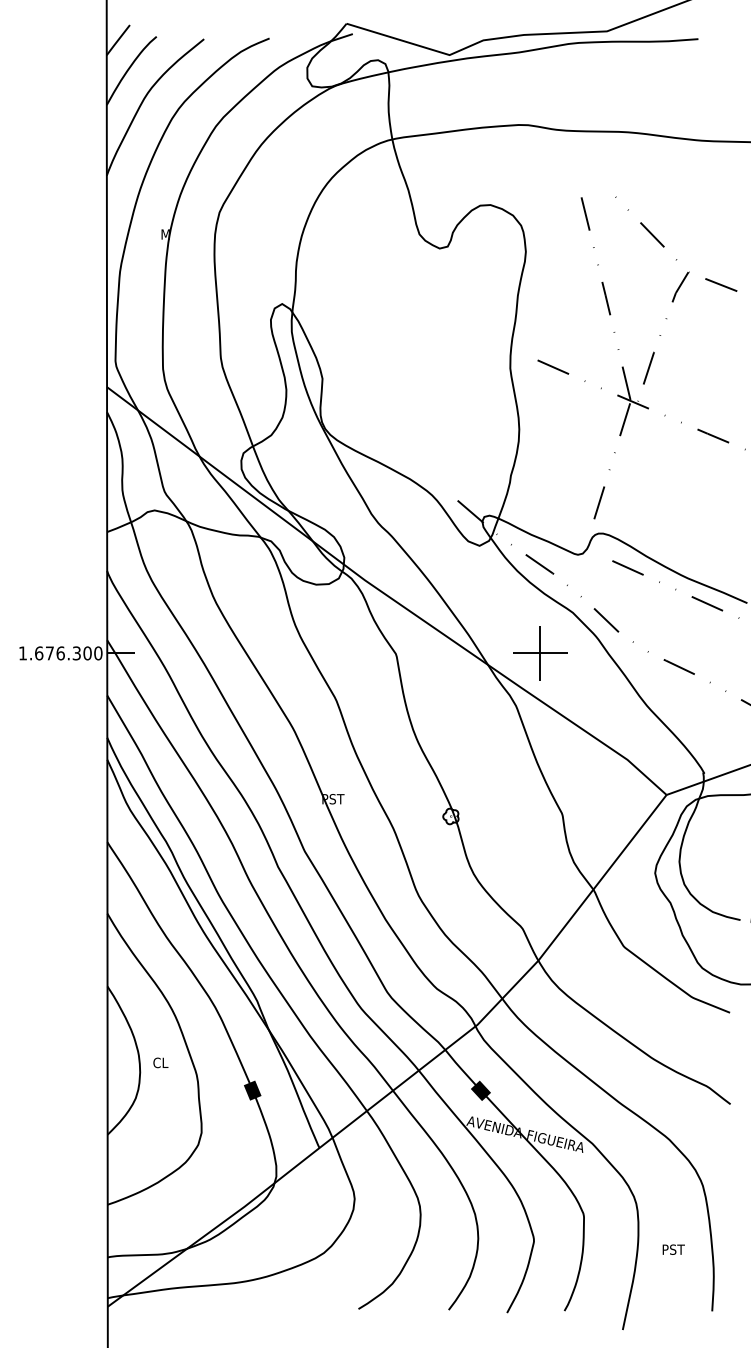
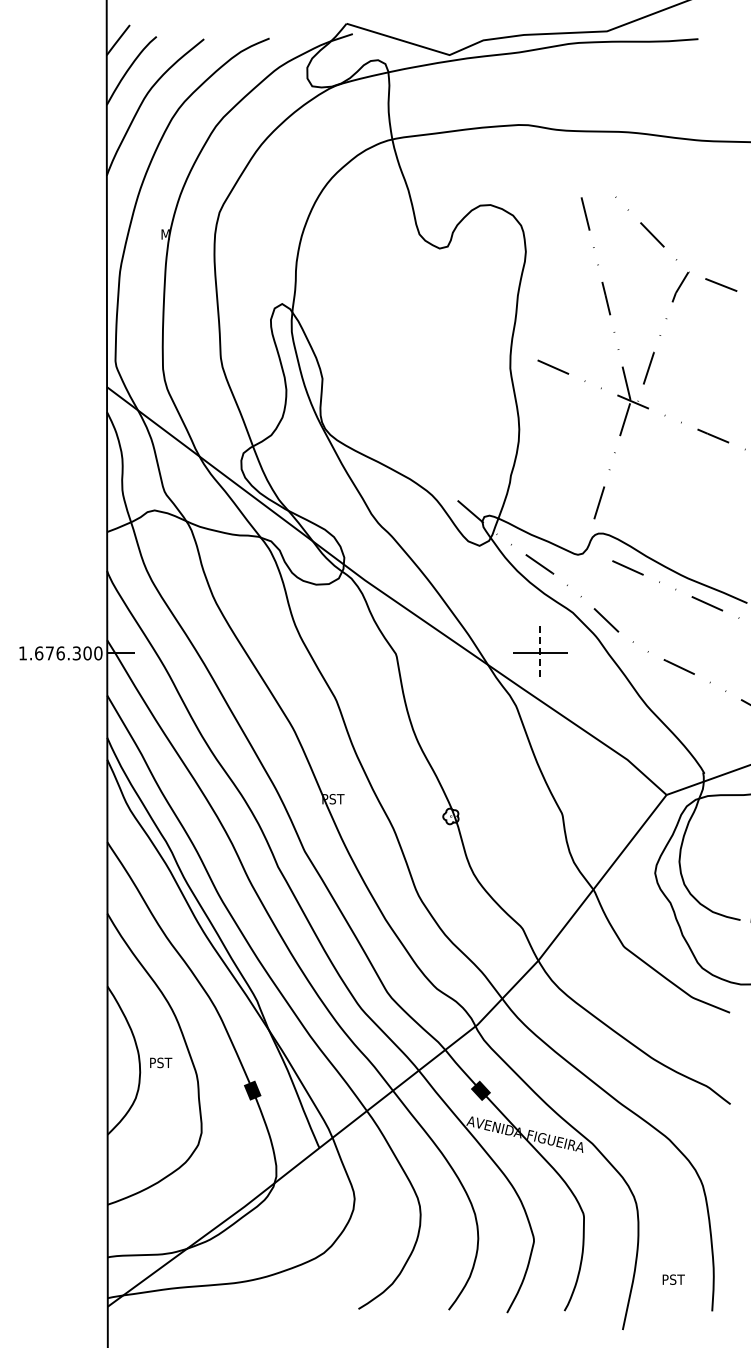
line at (540, 653): solid -> dashed
text at (161, 1062): CL -> PST
text at (673, 1249) position: (673, 1249) -> (673, 1279)
